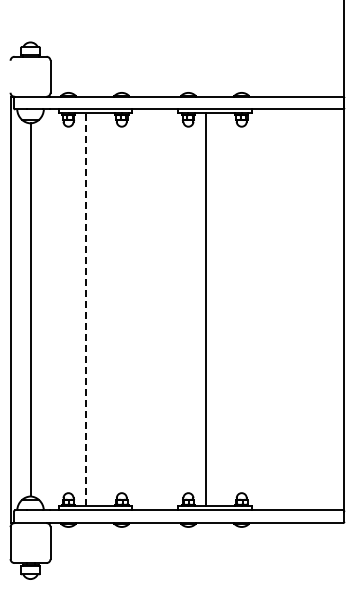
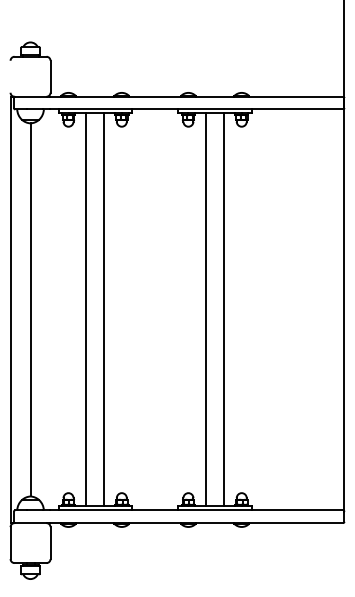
line at (86, 309): dashed -> solid
line at (104, 309): none -> present
line at (224, 309): none -> present
